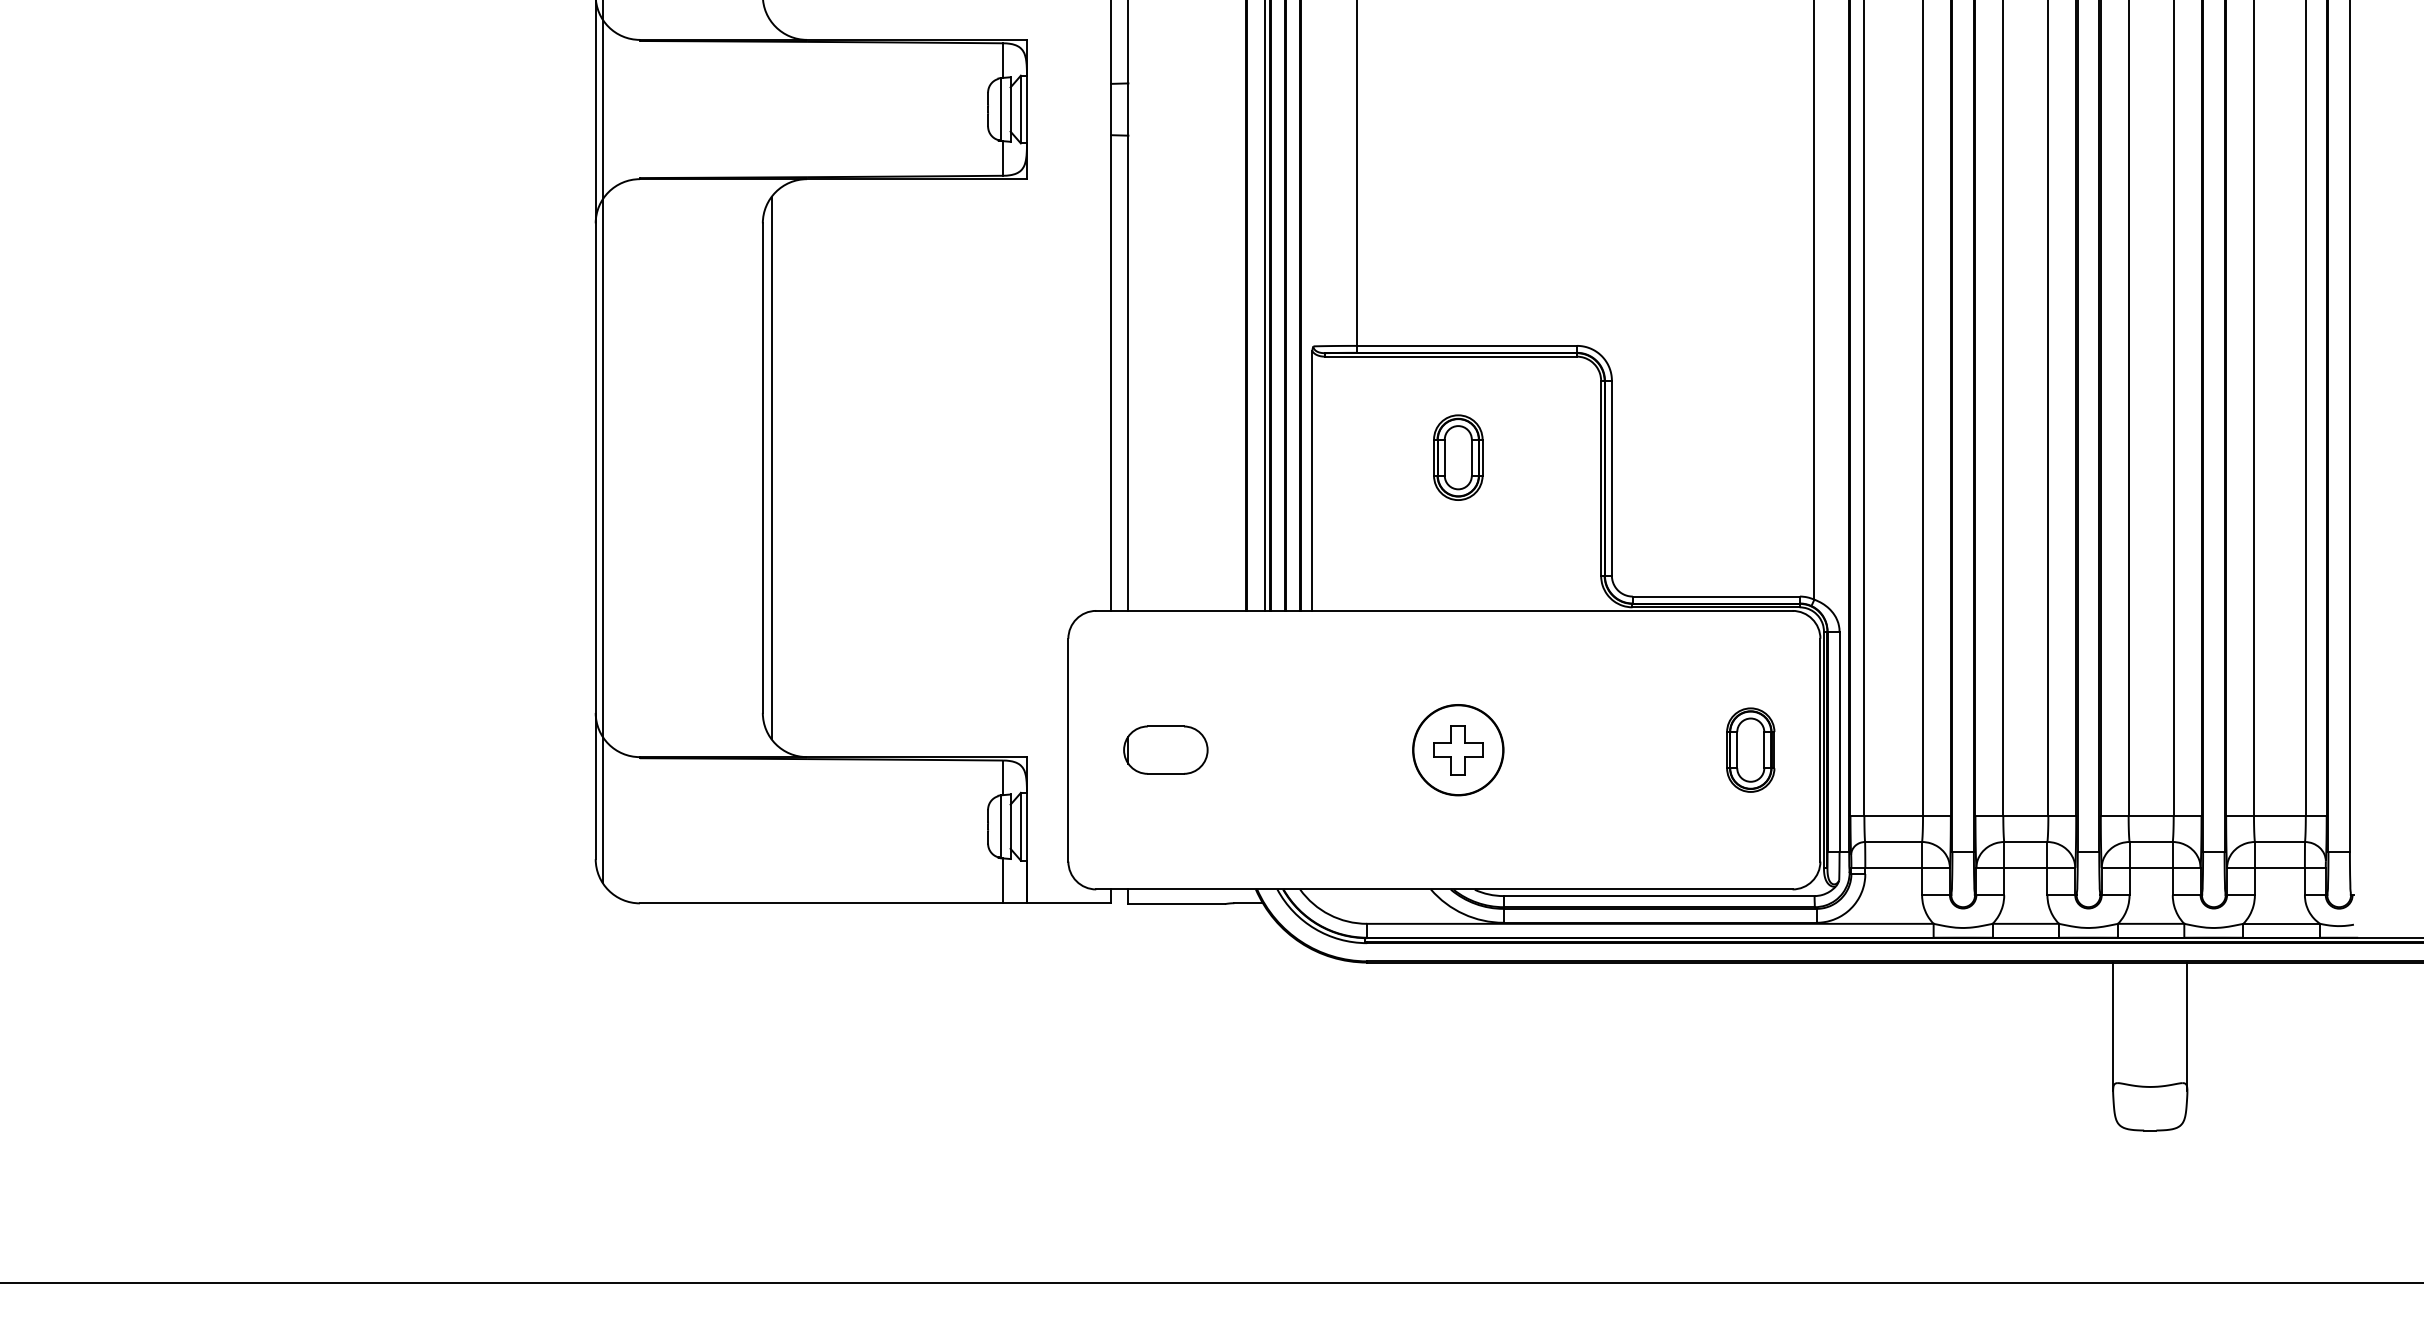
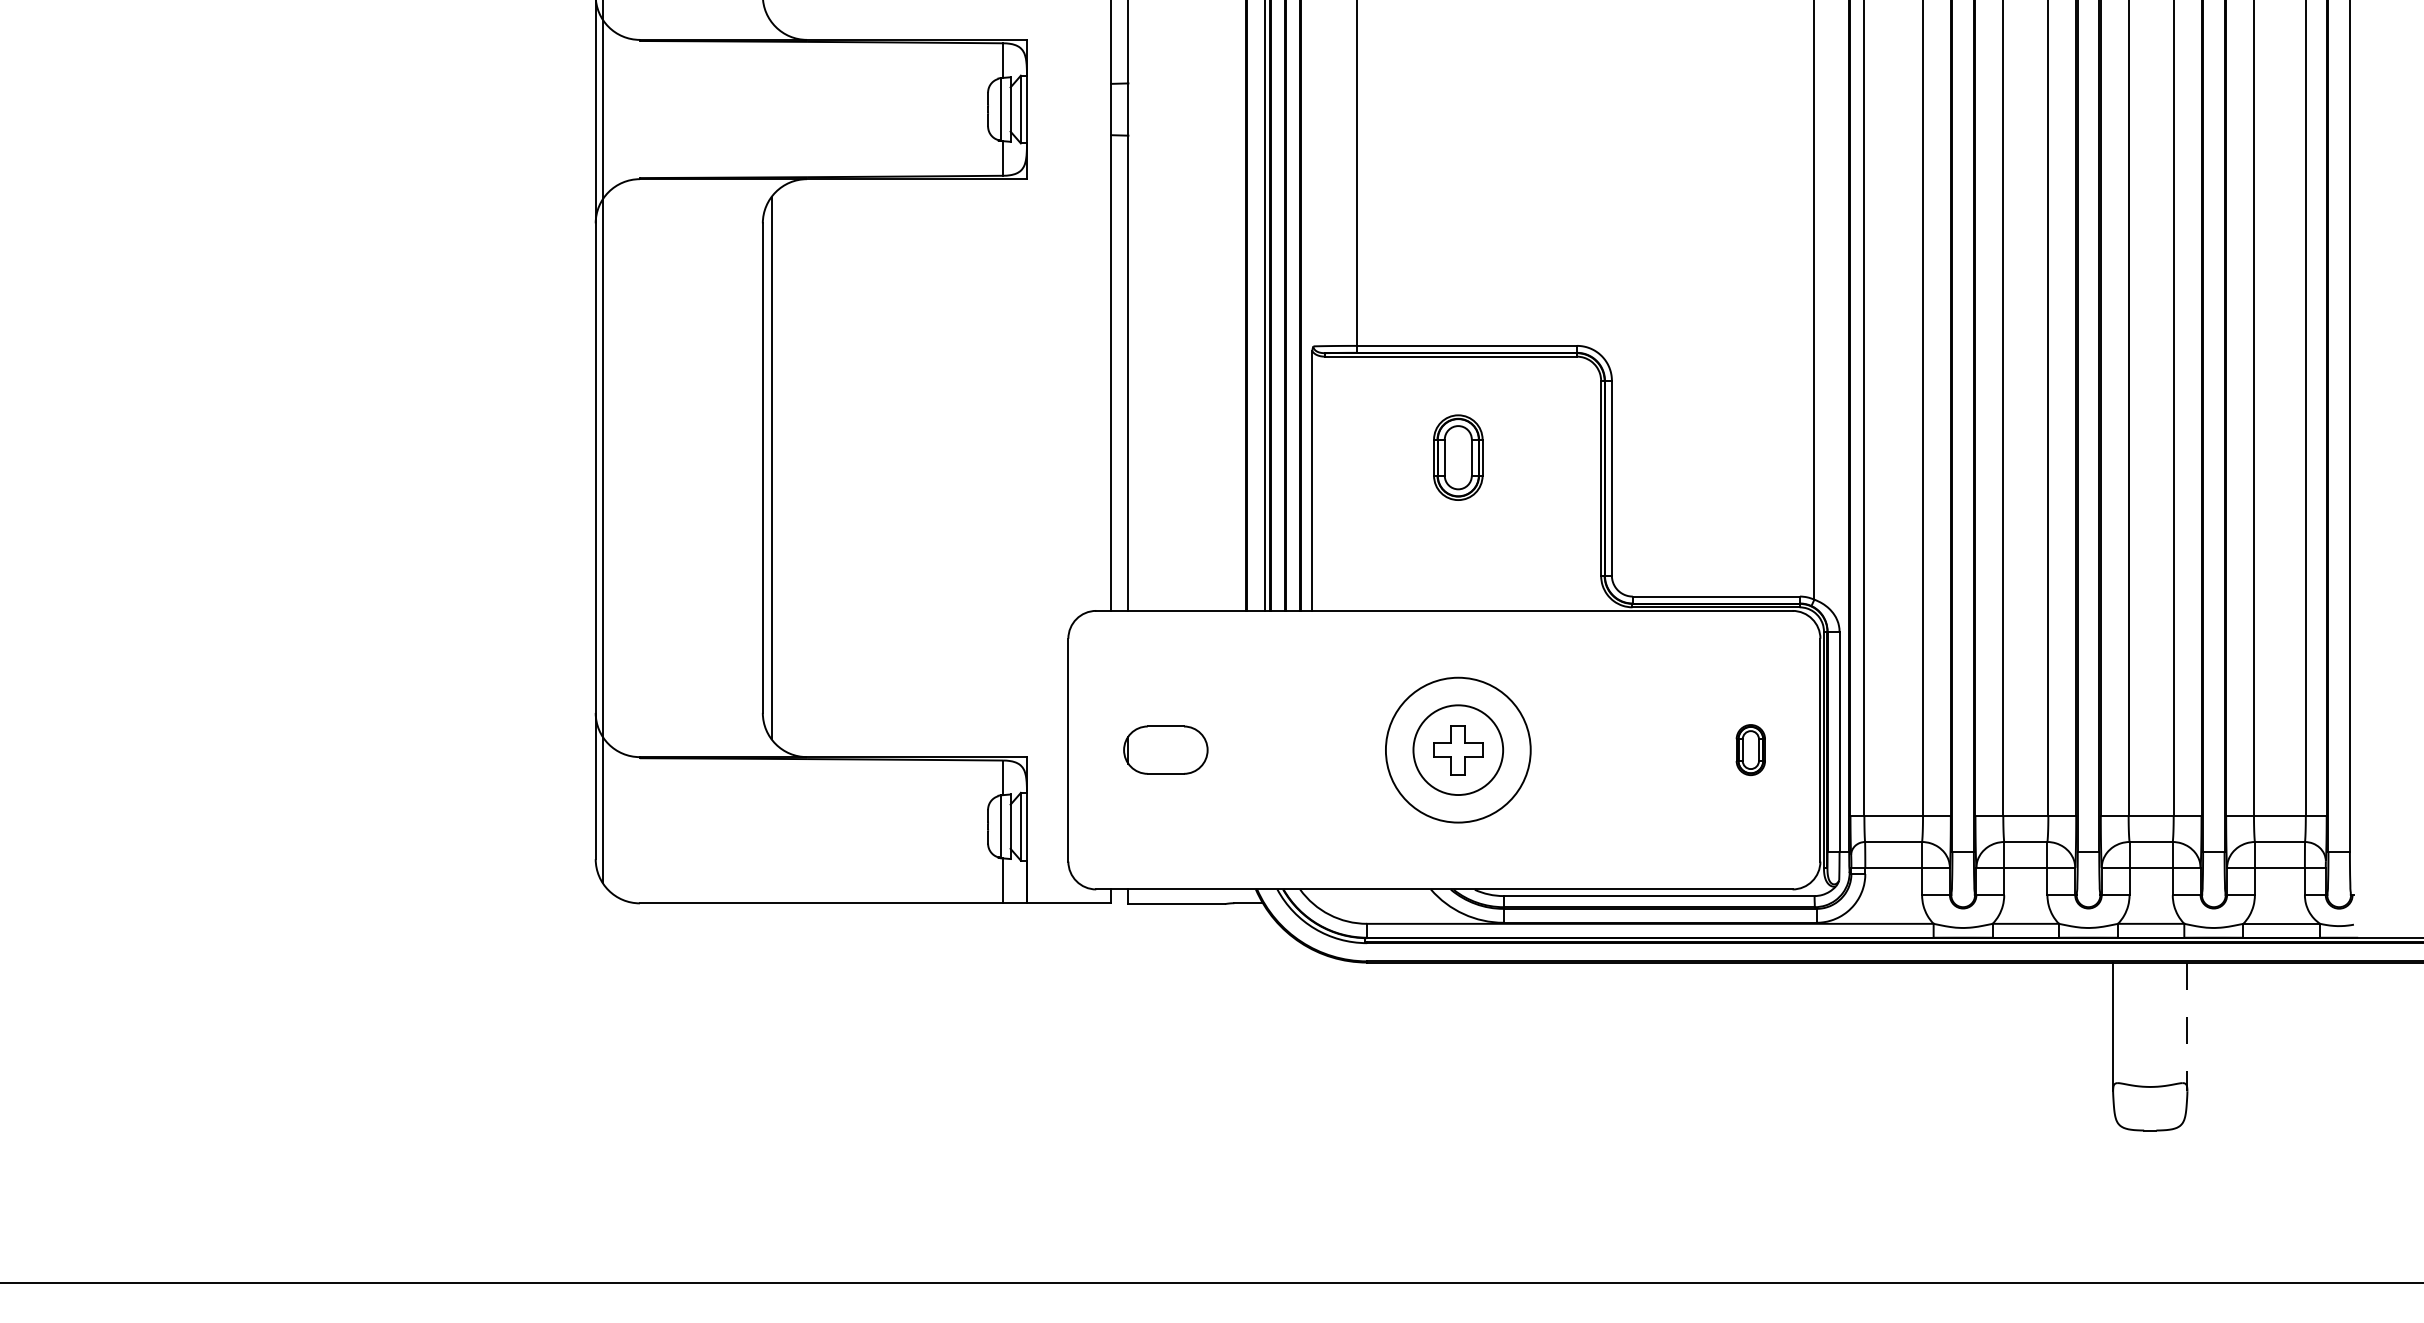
circle at (1458, 749) diameter: 91 px -> 145 px
part at (1750, 749) size: 50x86 px -> 31x52 px
line at (2187, 1027): solid -> dashed
